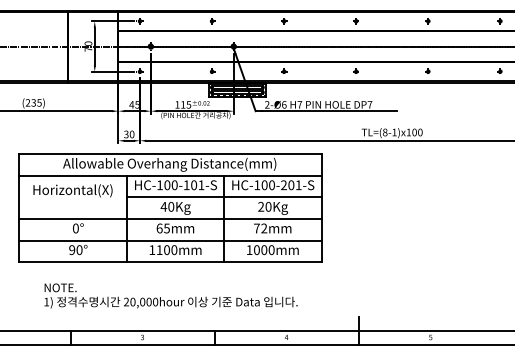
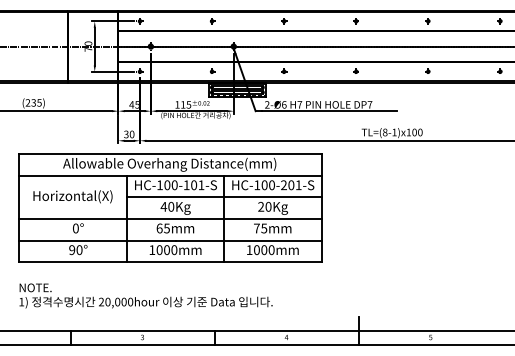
text at (72, 190) position: (72, 190) -> (72, 196)
text at (264, 228): 72mm -> 75mm
text at (159, 250): 1100mm -> 1000mm
text at (170, 295) position: (170, 295) -> (145, 295)
